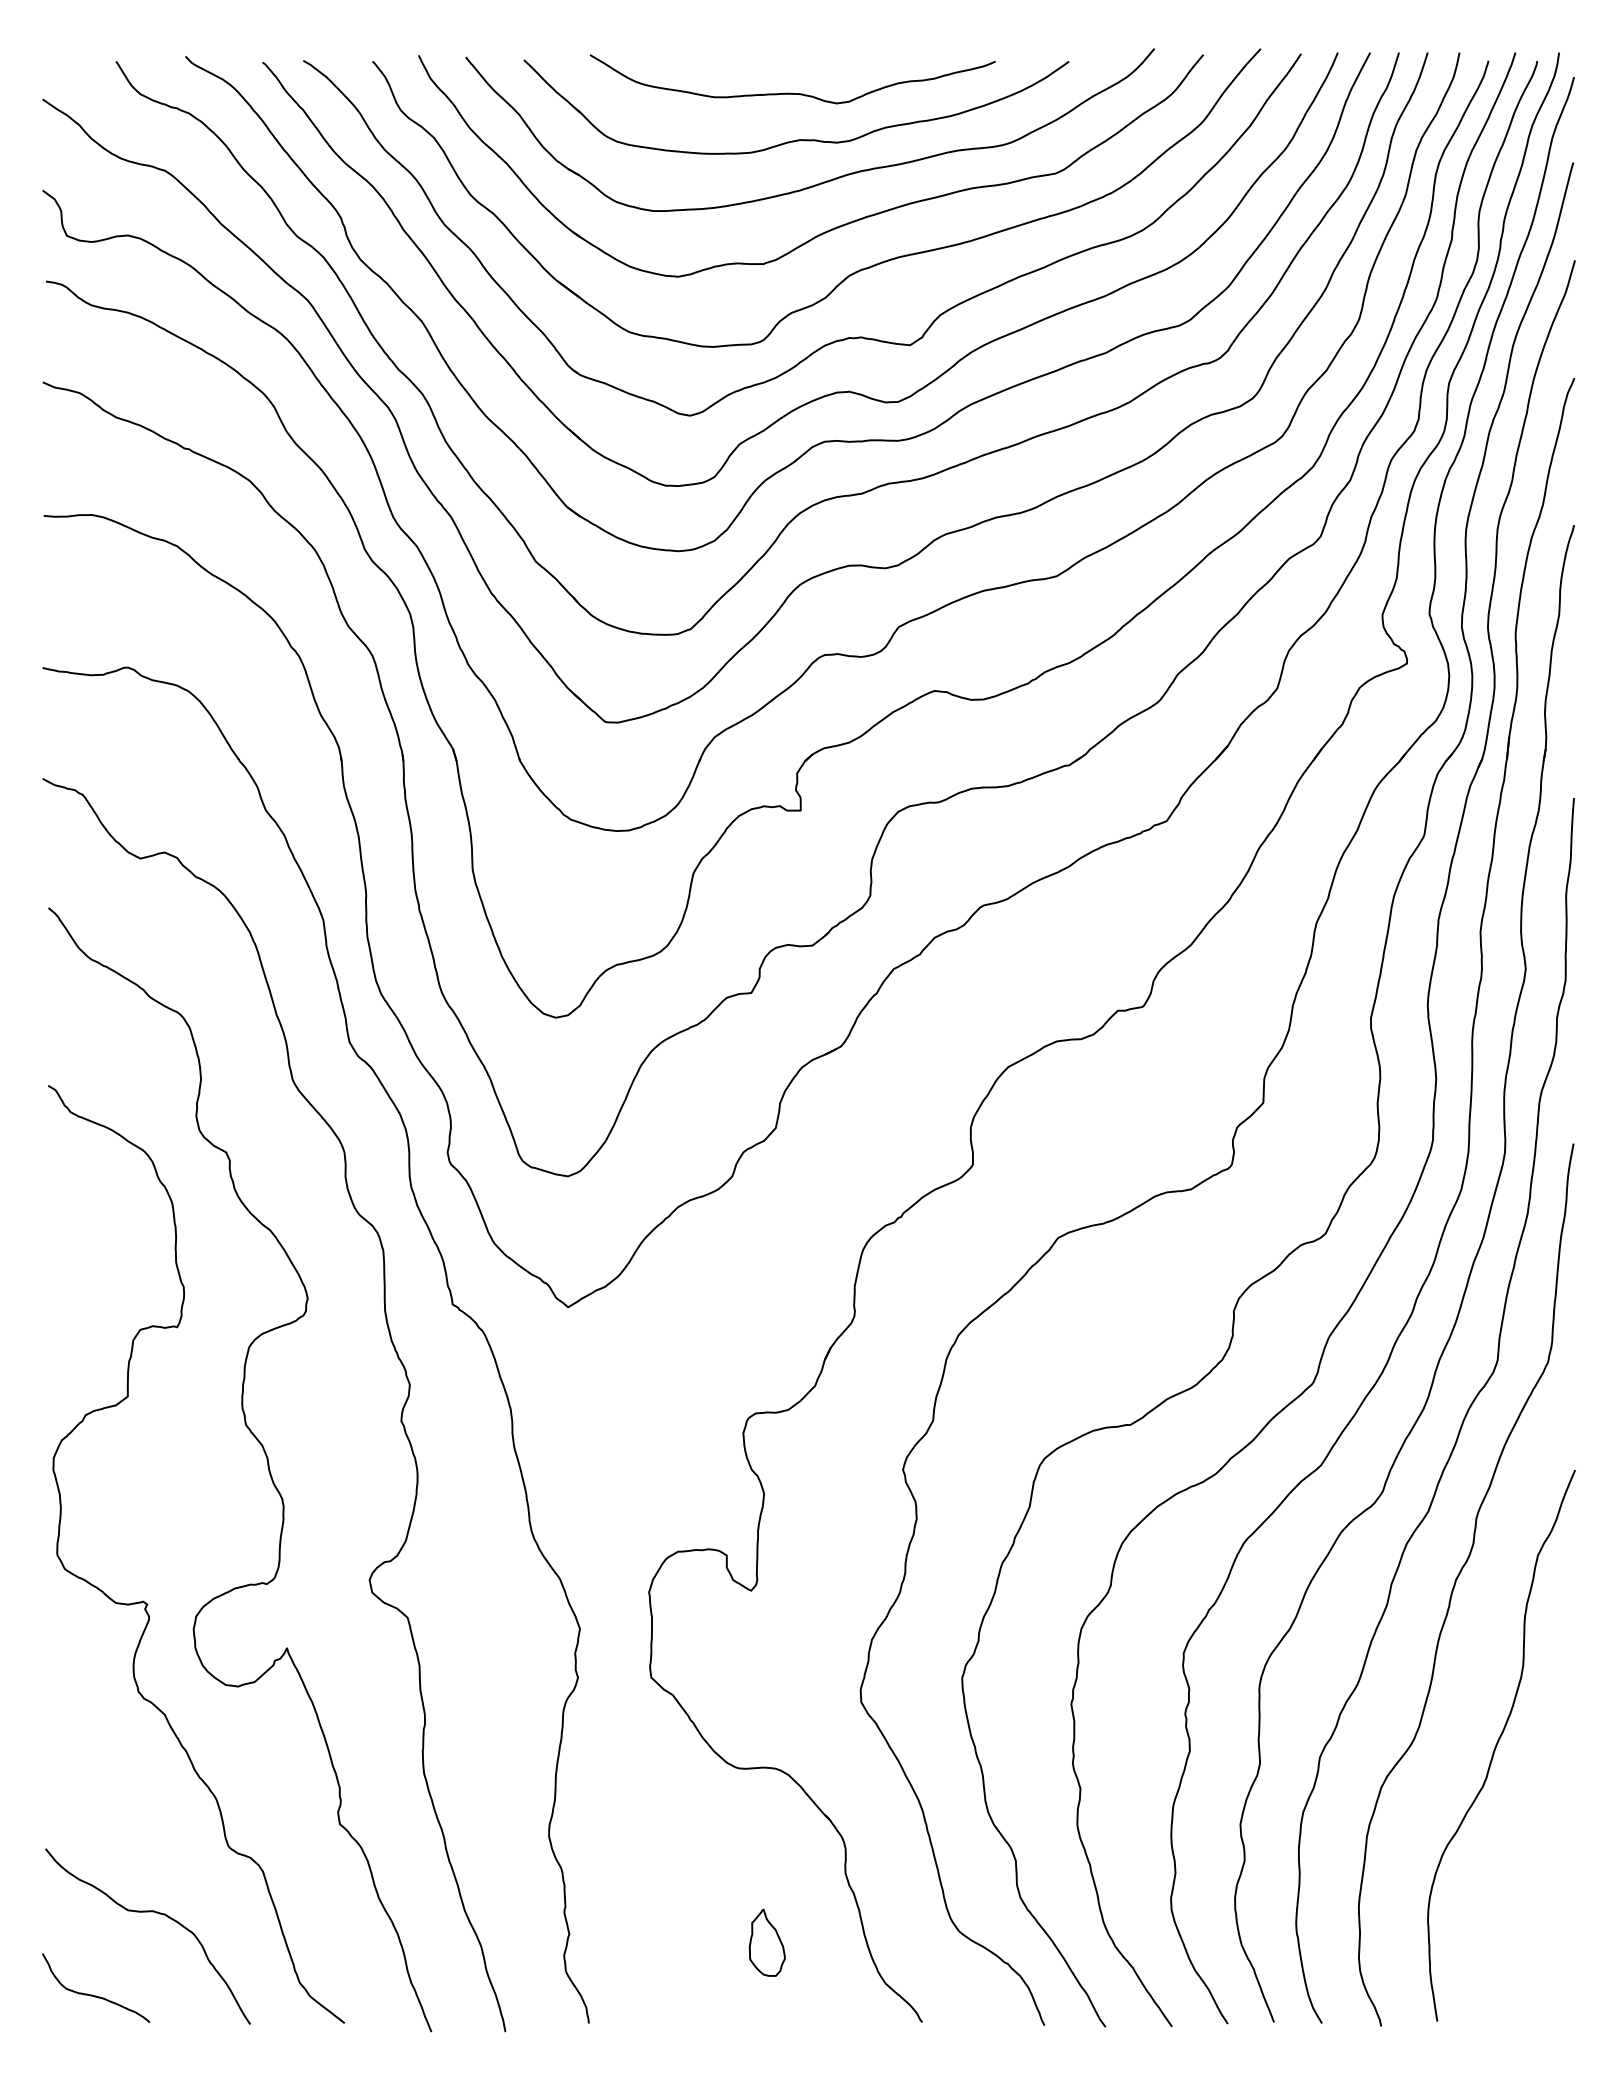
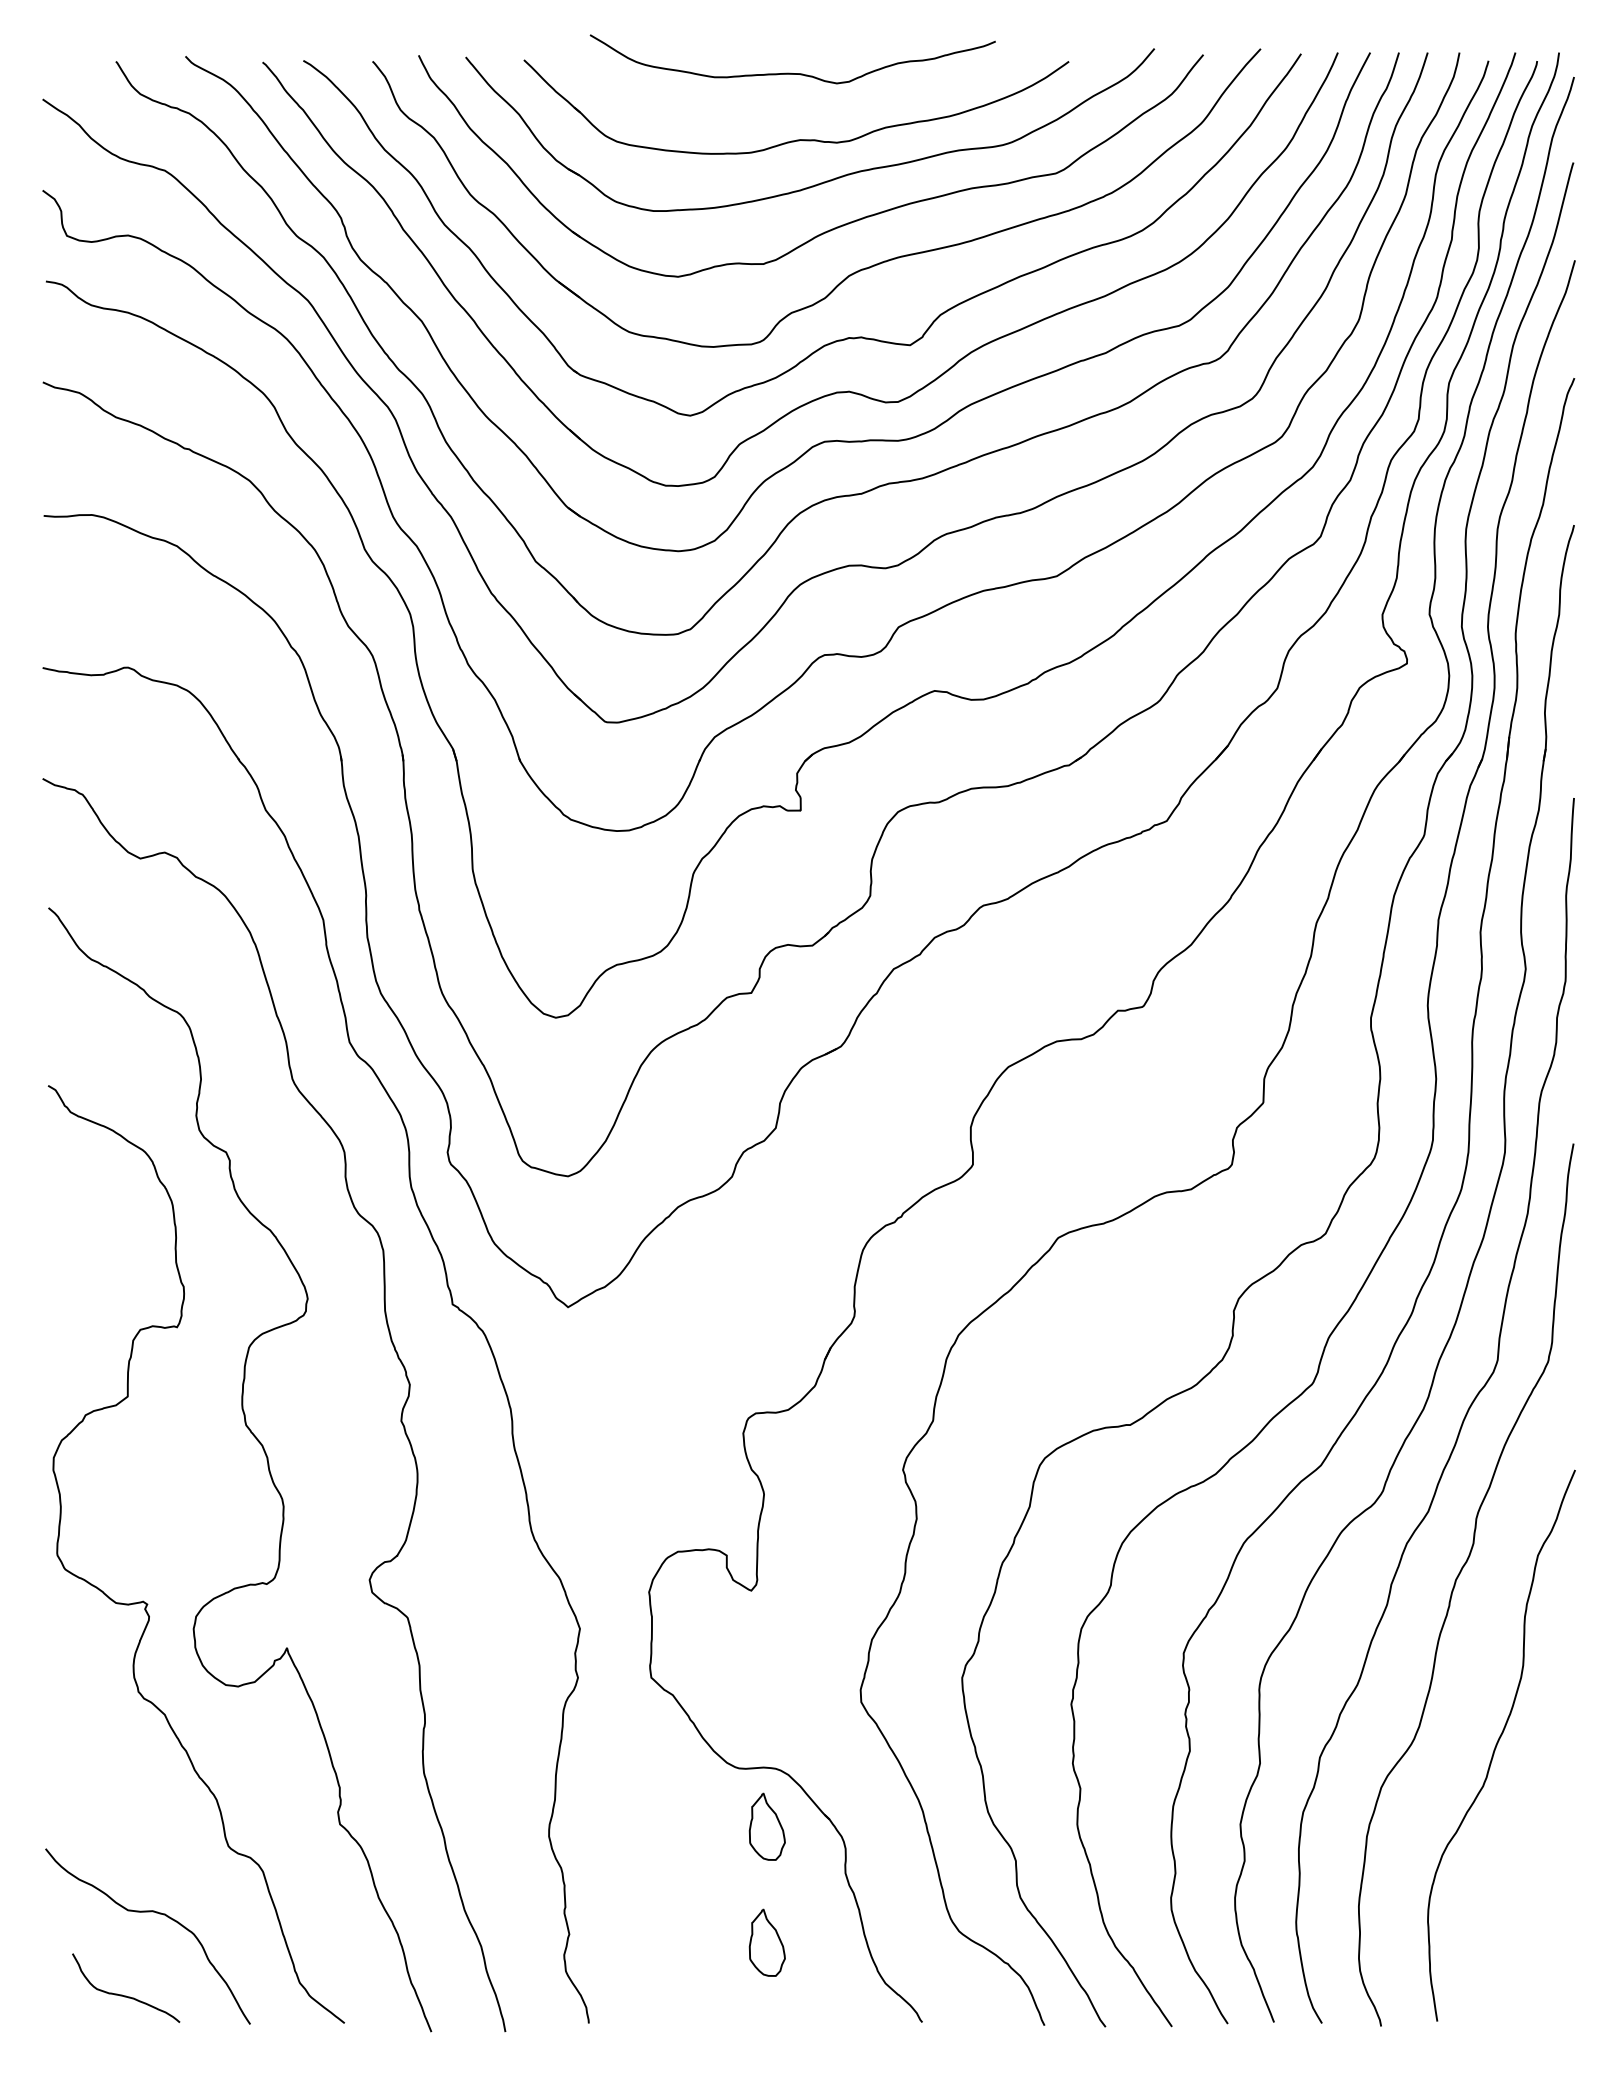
curve at (790, 92) position: (790, 92) -> (790, 72)
part at (766, 1826): none -> present
curve at (96, 1995) position: (96, 1995) -> (126, 1995)
